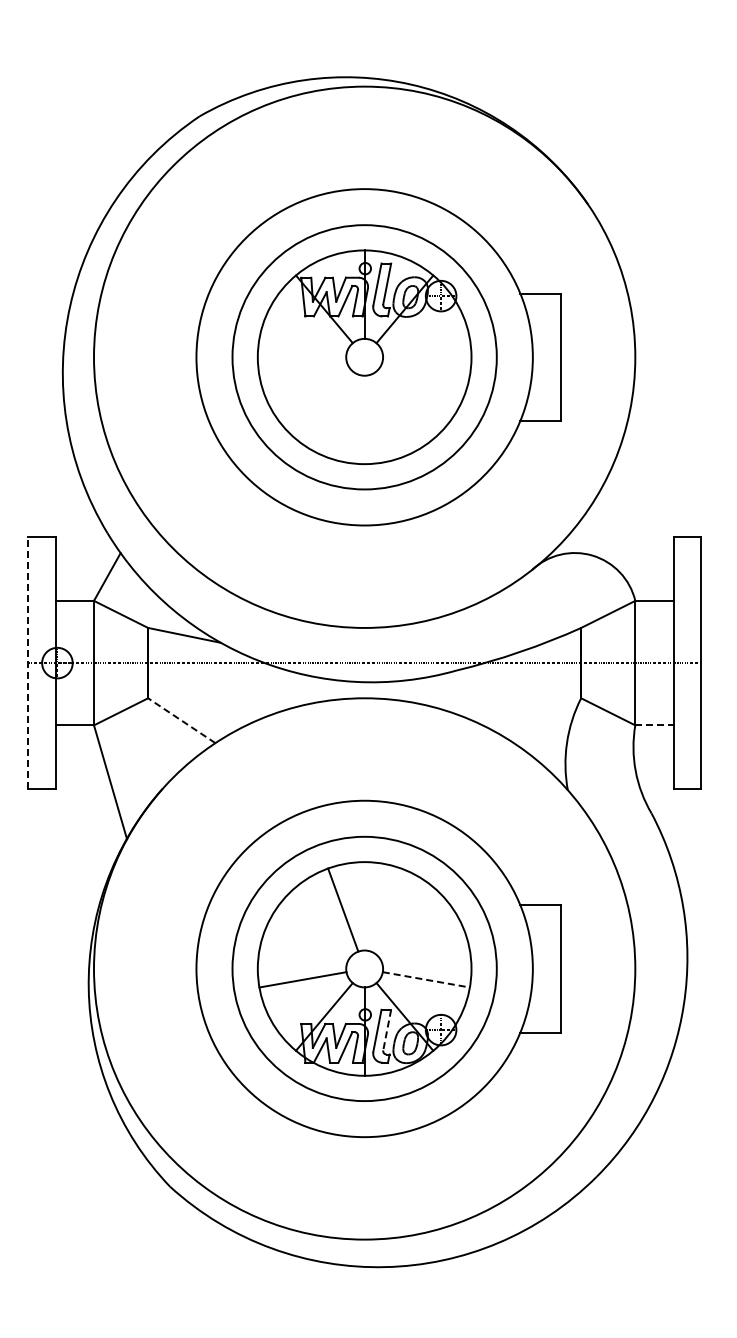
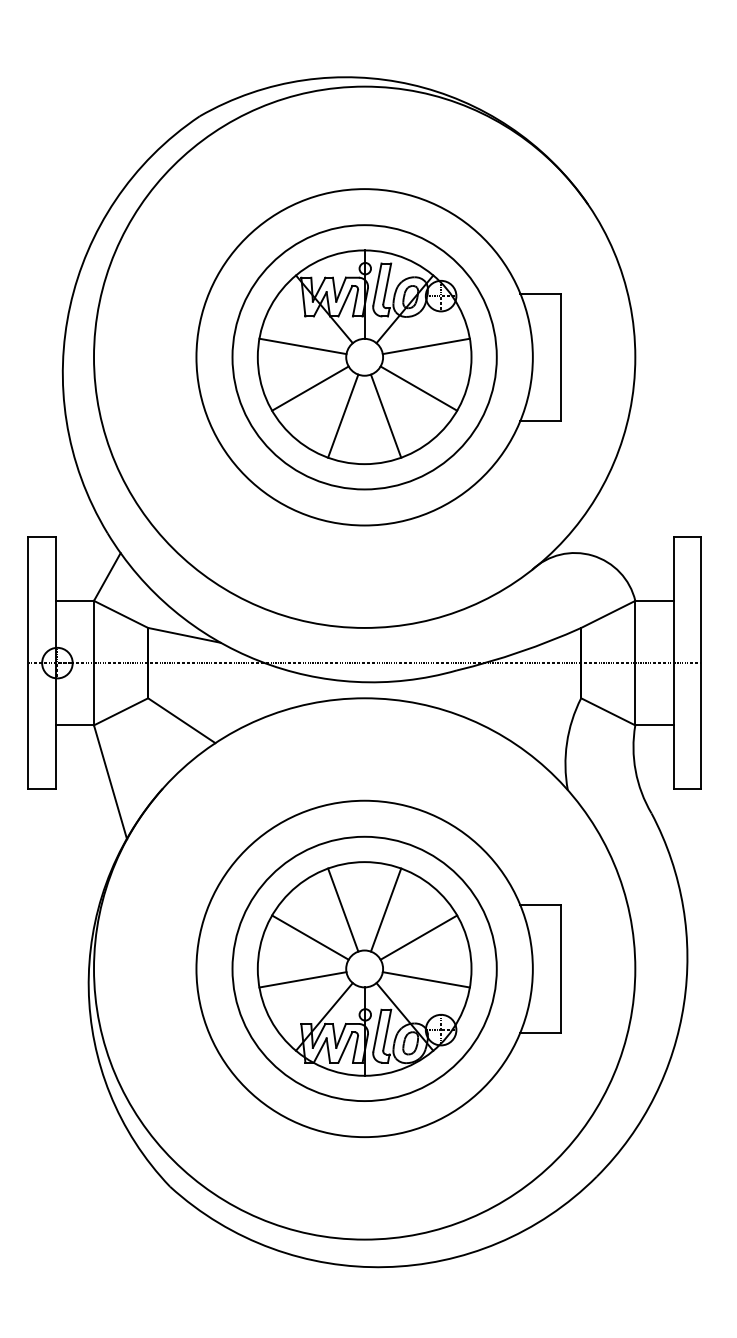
line at (302, 346): none -> present
line at (425, 346): none -> present
line at (310, 388): none -> present
line at (418, 388): none -> present
line at (343, 415): none -> present
line at (385, 415): none -> present
line at (28, 662): dashed -> solid
line at (181, 720): dashed -> solid
line at (654, 725): dashed -> solid
line at (385, 909): none -> present
line at (310, 937): none -> present
line at (418, 937): none -> present
line at (426, 979): dashed -> solid
line at (387, 1030): dashed -> solid
